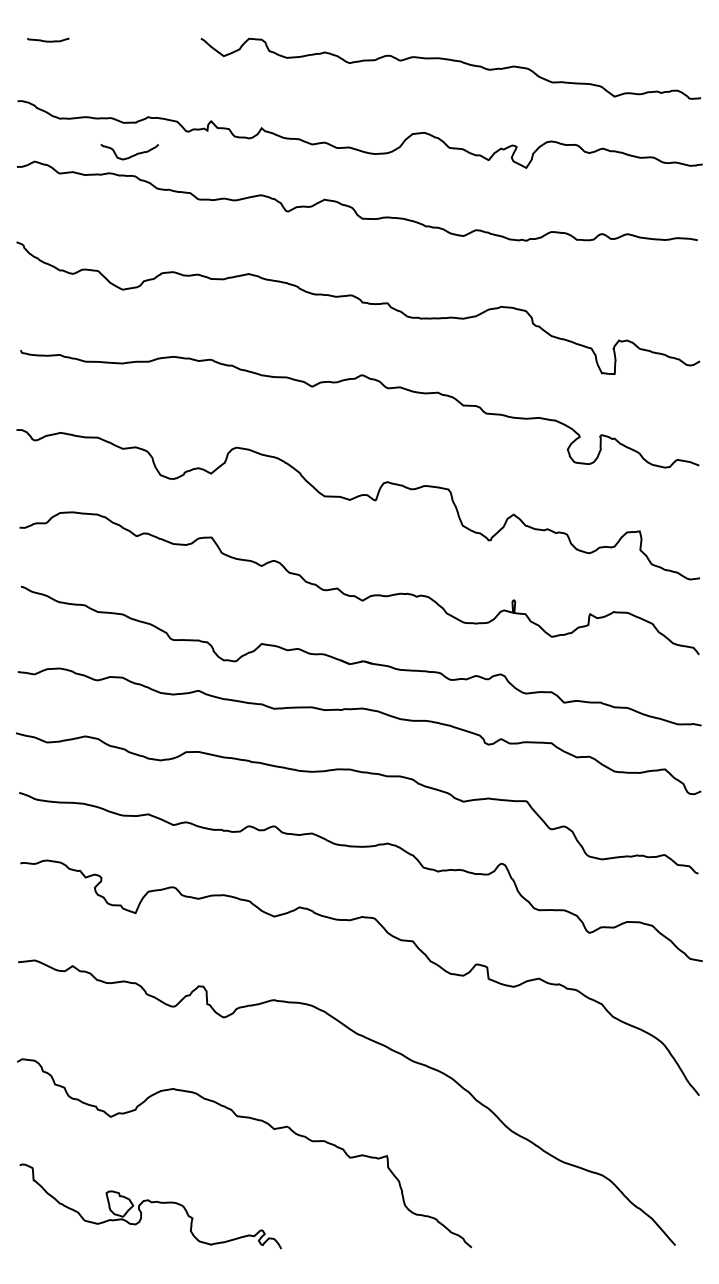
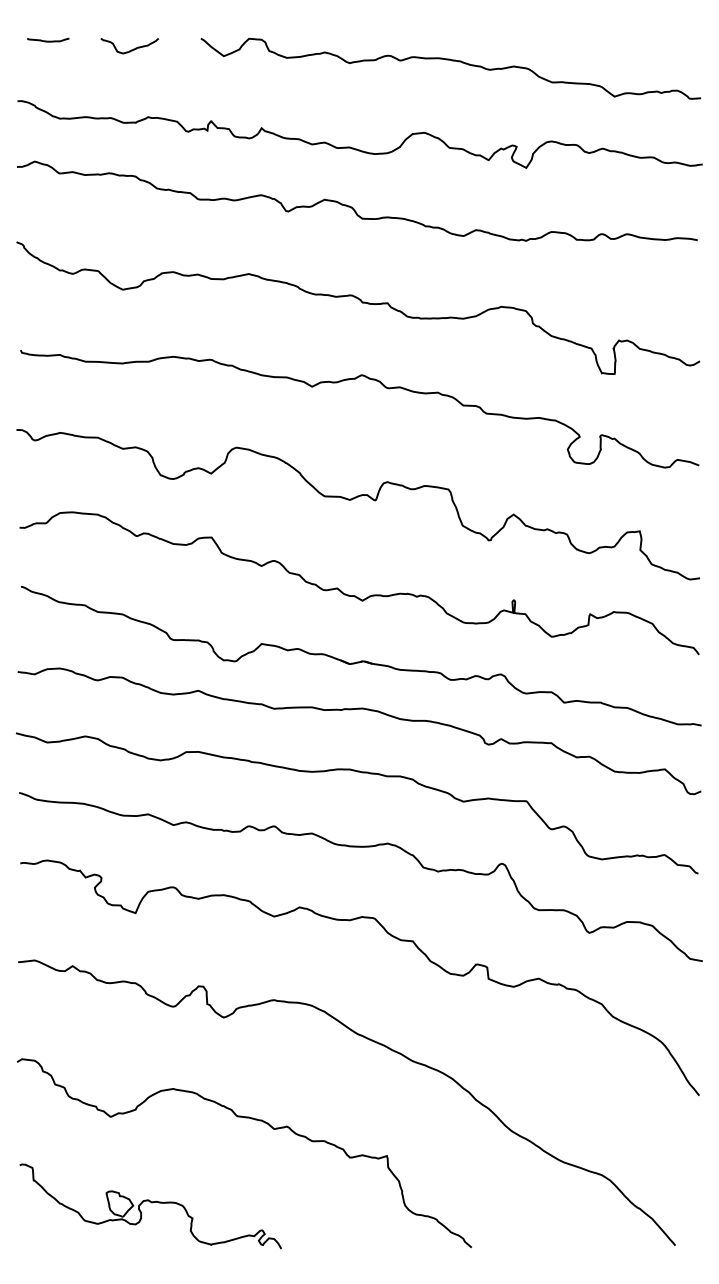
curve at (131, 155) position: (131, 155) -> (131, 49)
